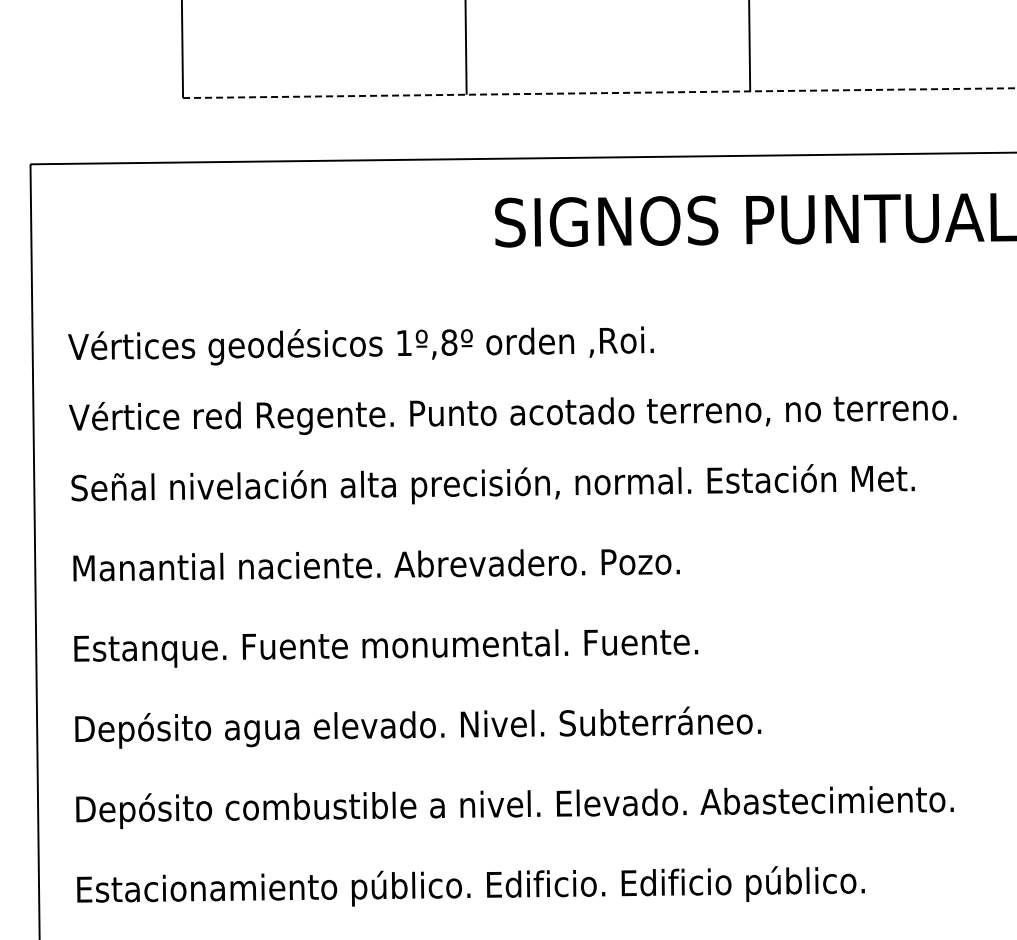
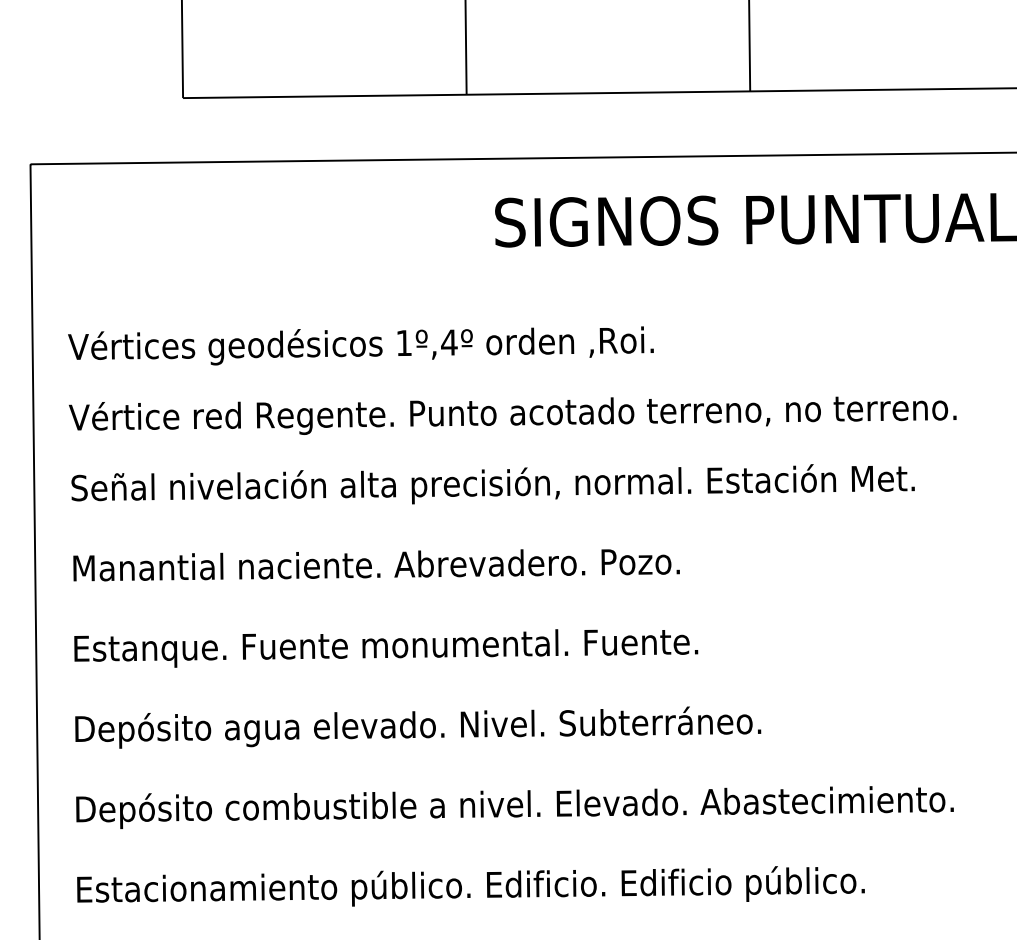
line at (599, 93): dashed -> solid
text at (449, 342): 1º,8º -> 1º,4º
